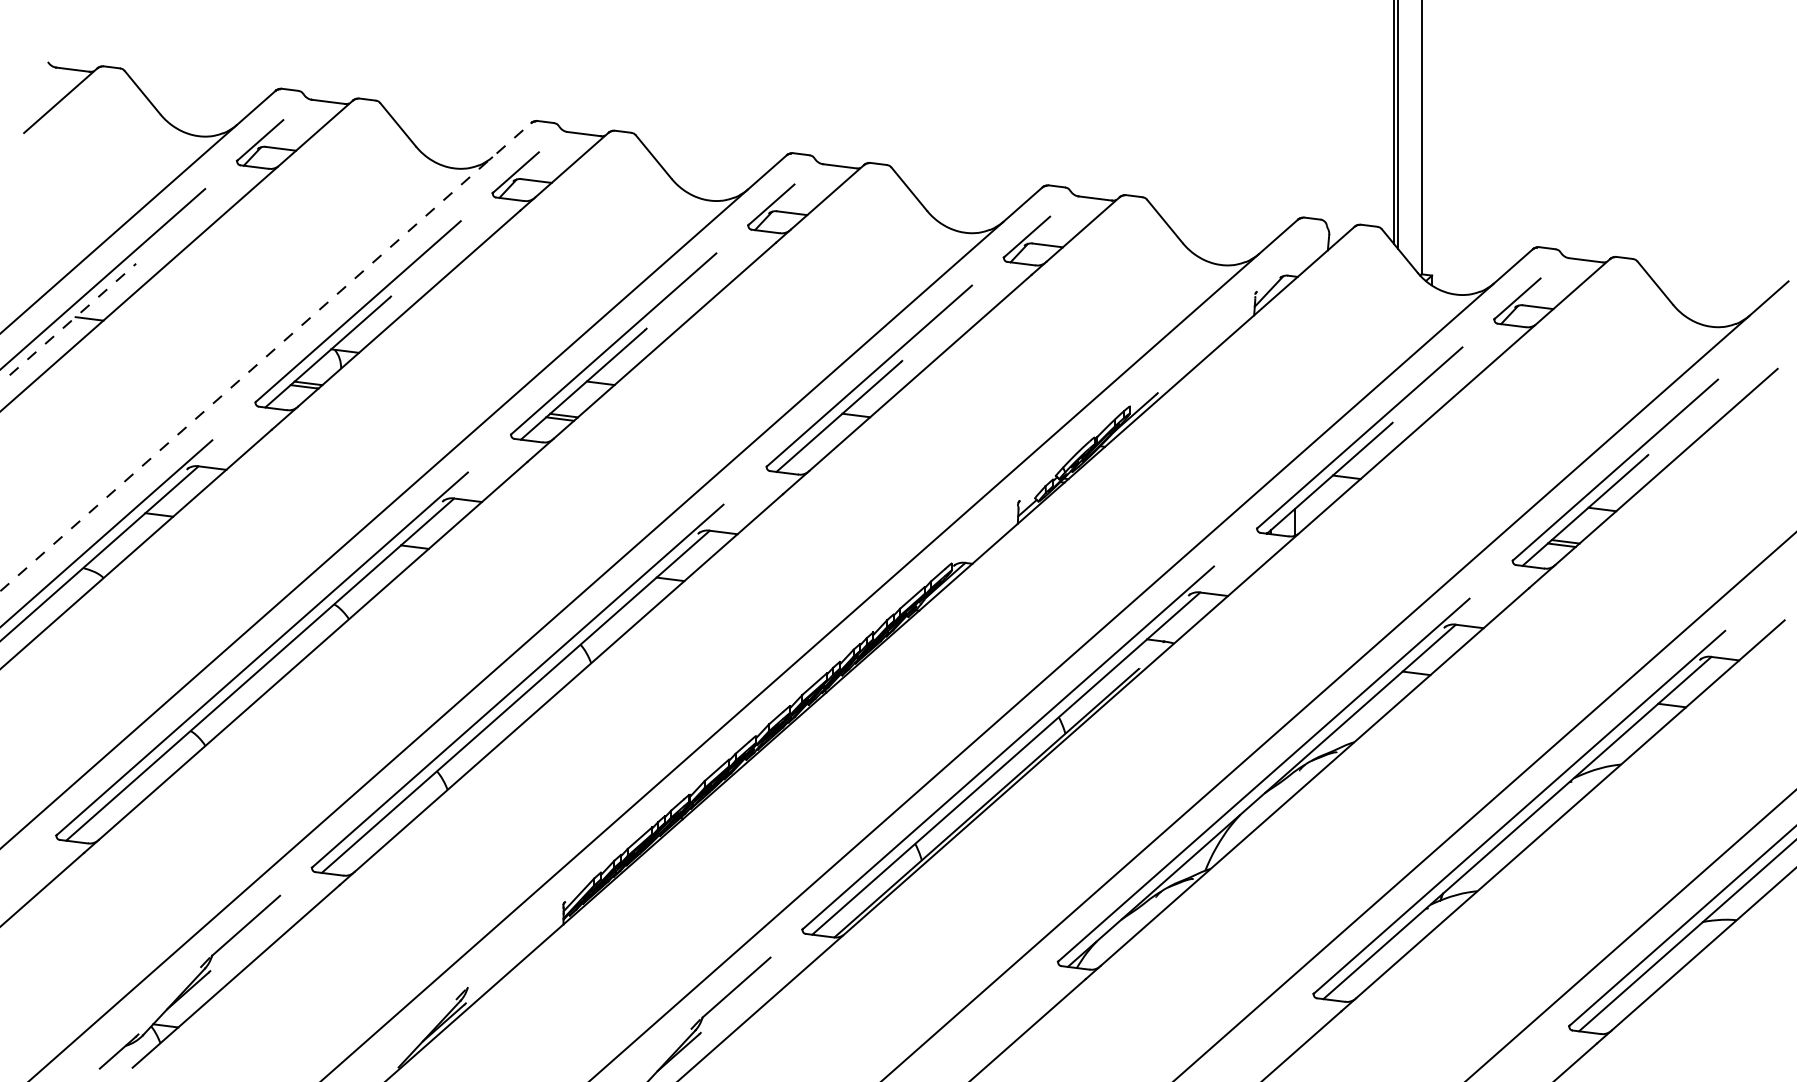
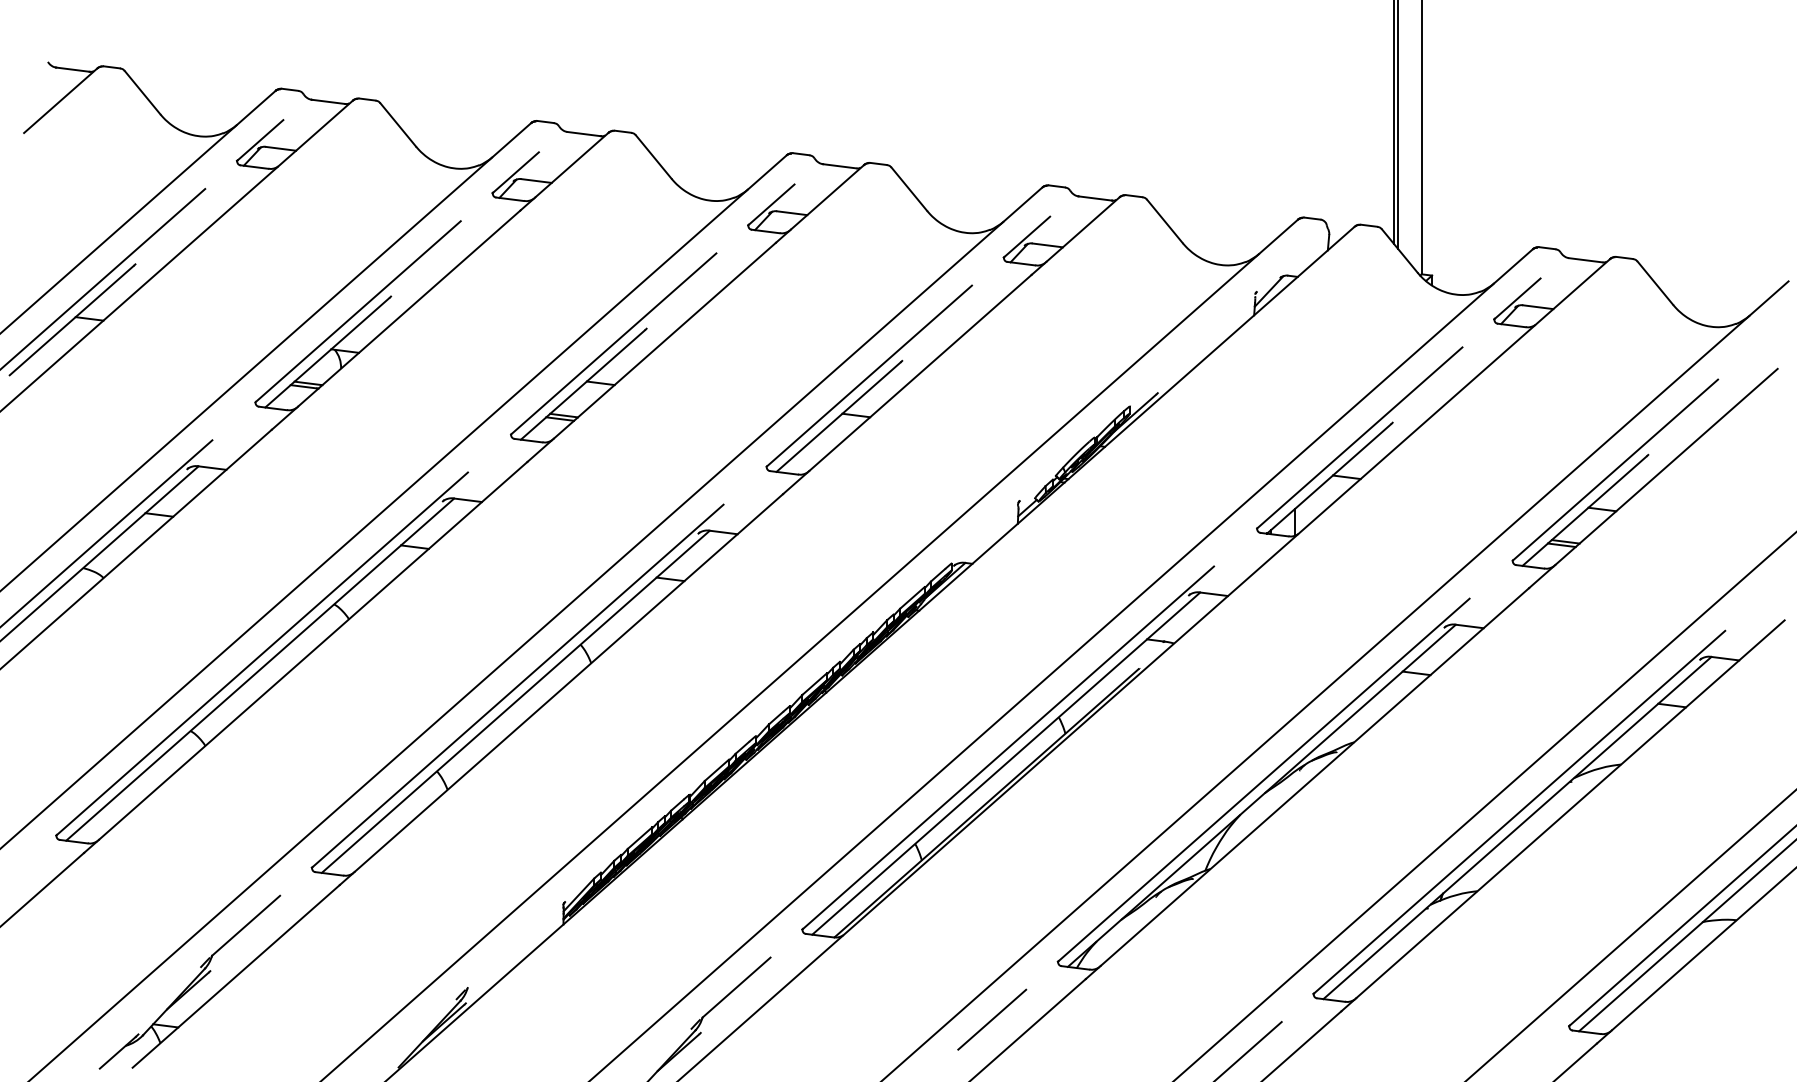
line at (71, 320): dashed -> solid
line at (265, 357): dashed -> solid
line at (992, 1019): none -> present
line at (1249, 1050): none -> present
